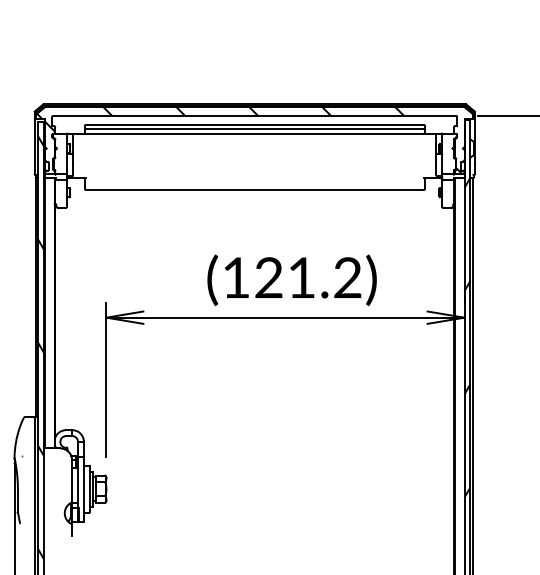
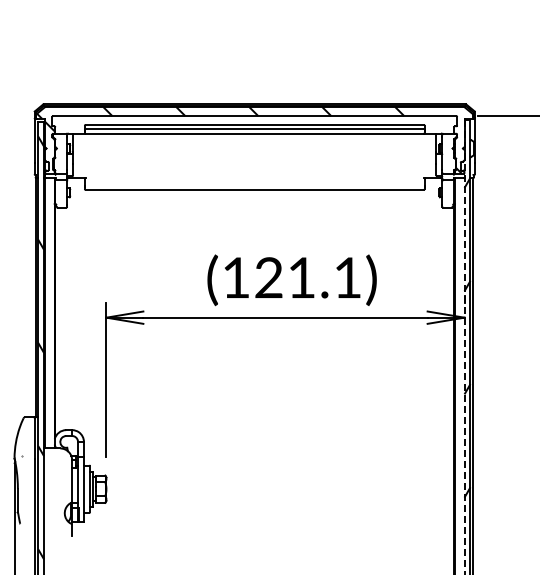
text at (347, 277): (121.2) -> (121.1)
line at (464, 347): solid -> dashed
